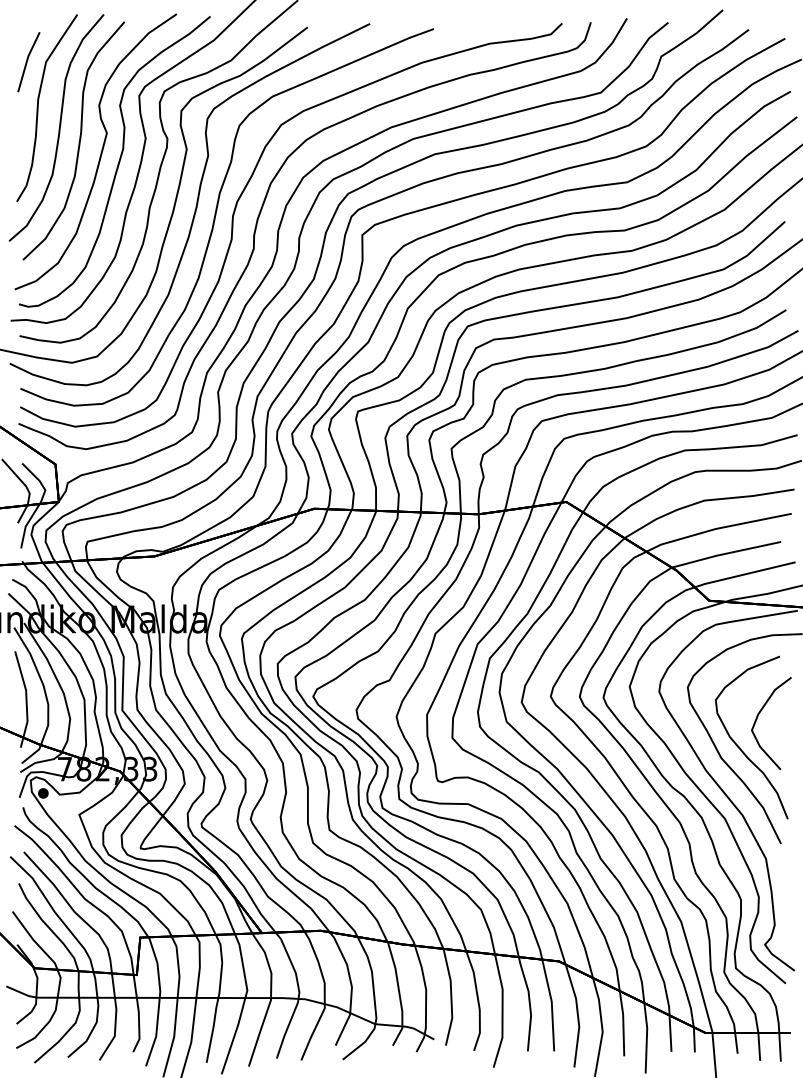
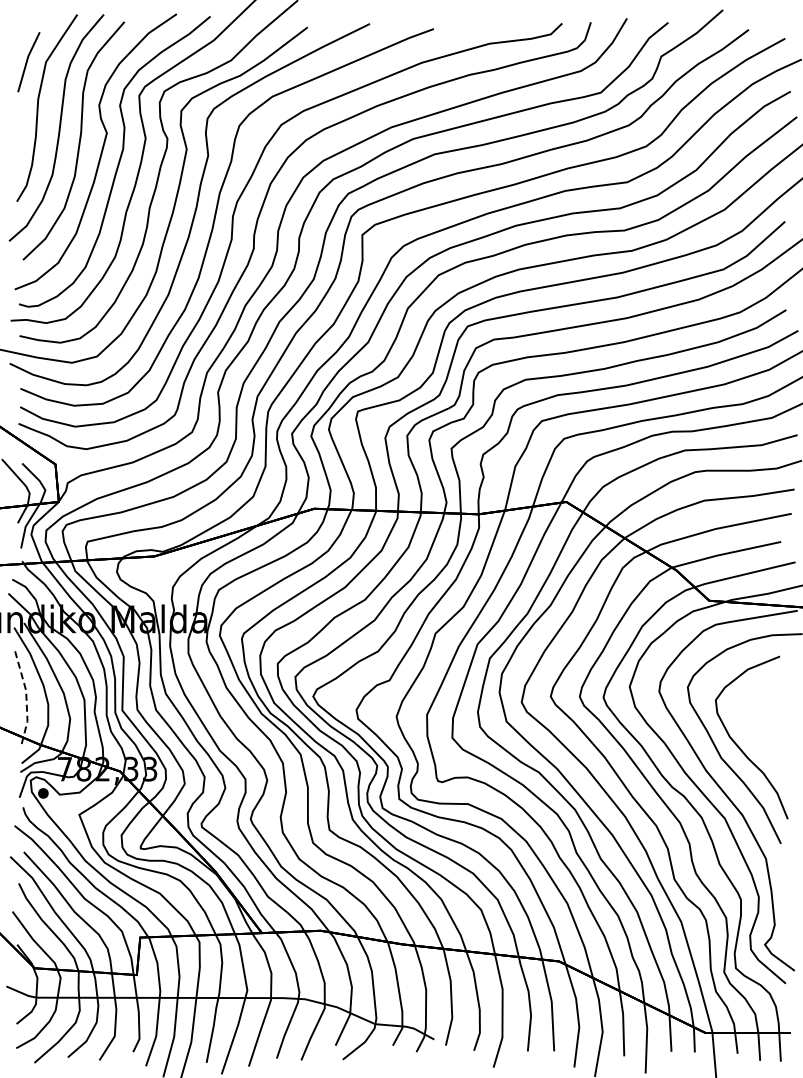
line at (26, 700): solid -> dashed
curve at (757, 719): present -> none
